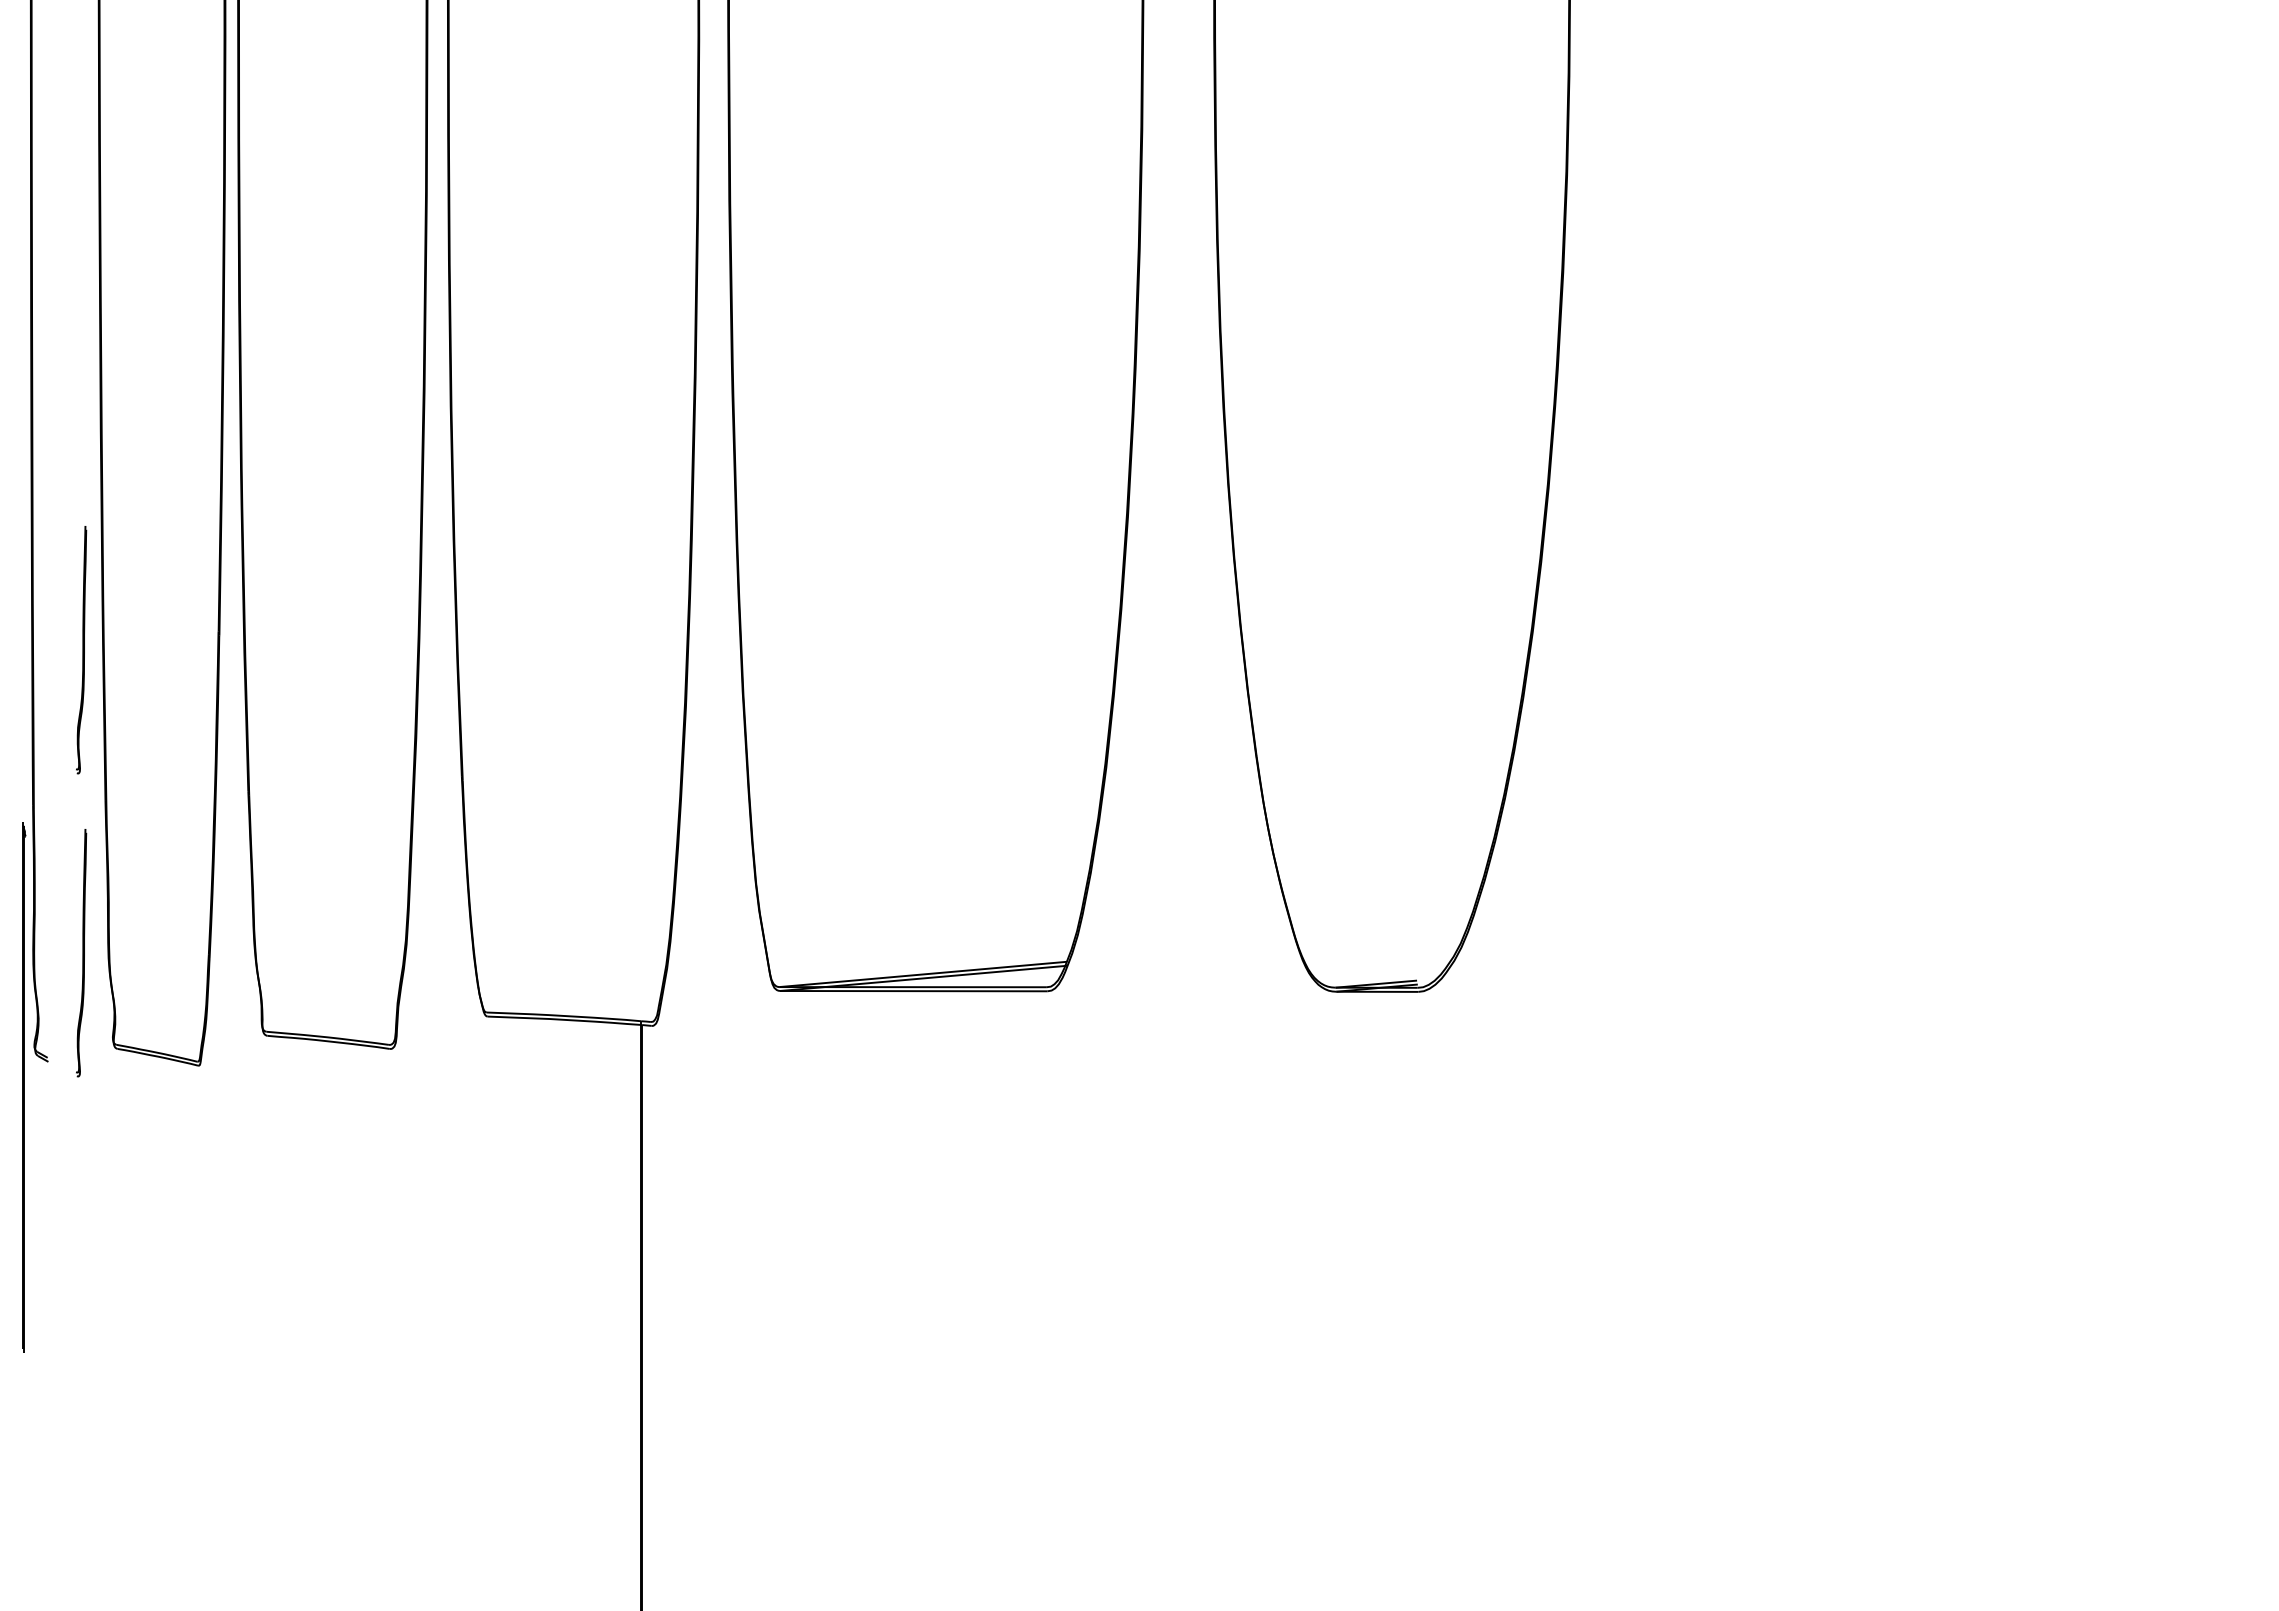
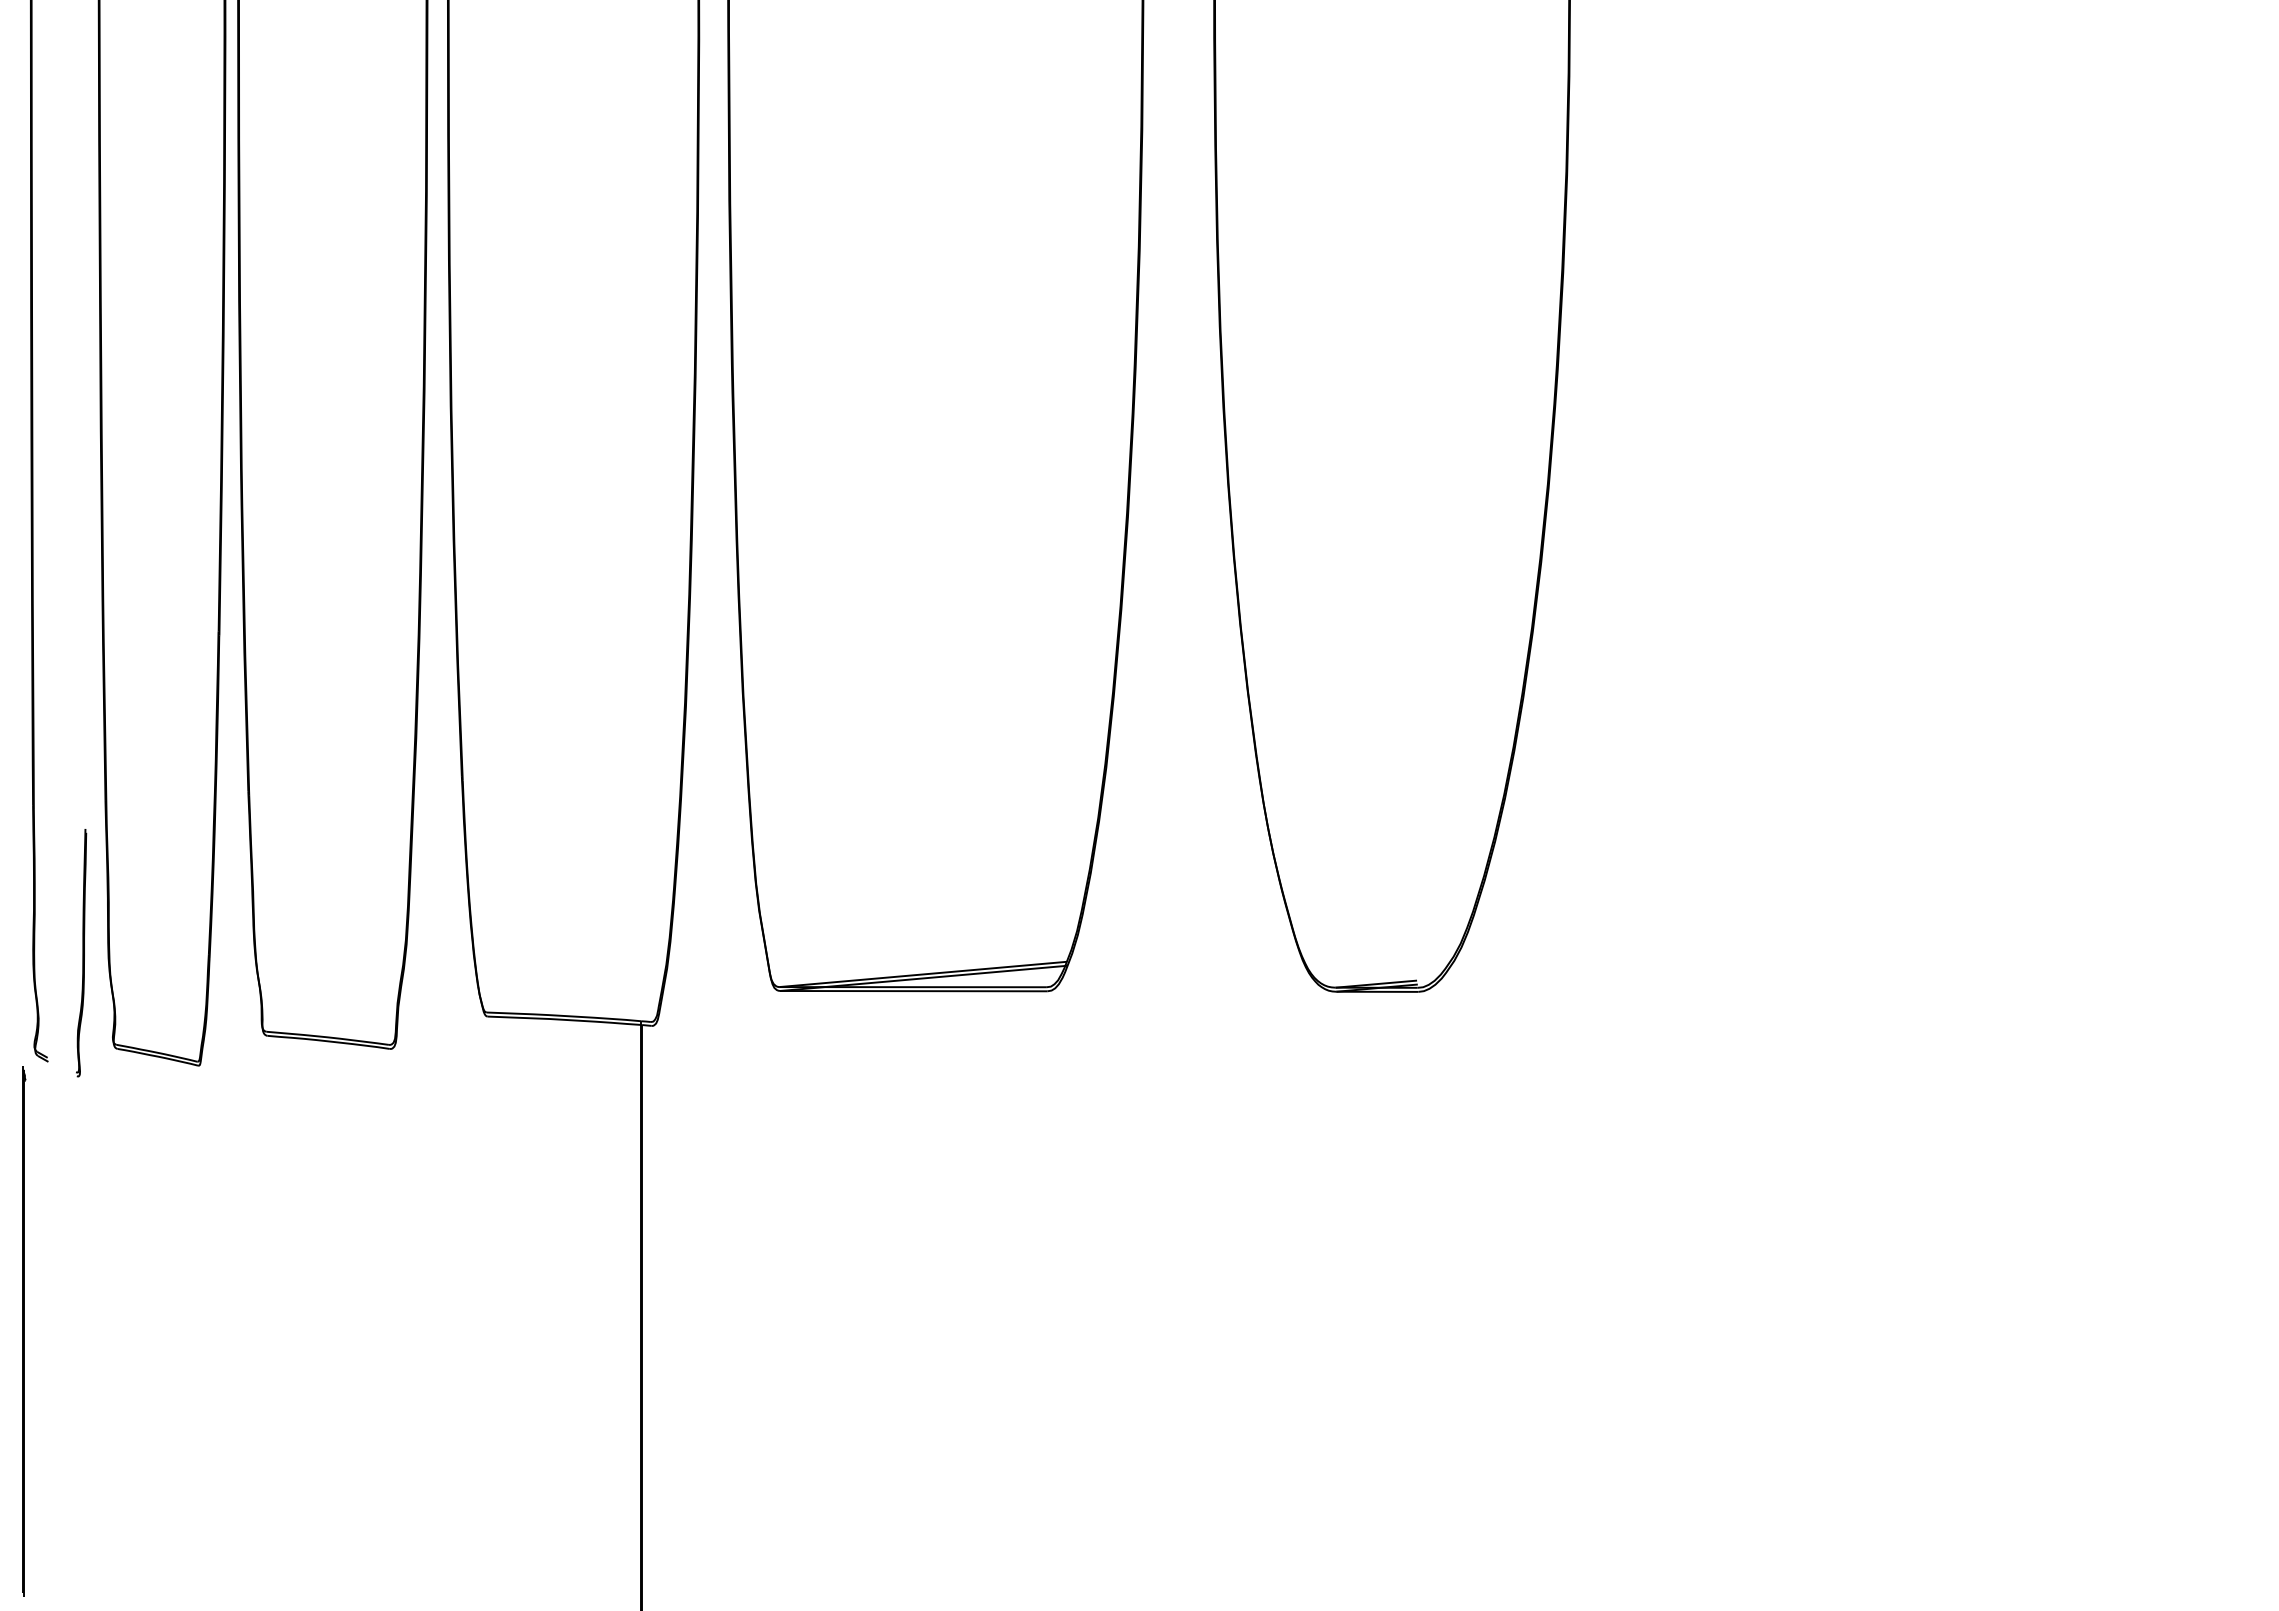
part at (81, 650): present -> none
line at (24, 1087) position: (24, 1087) -> (24, 1331)
